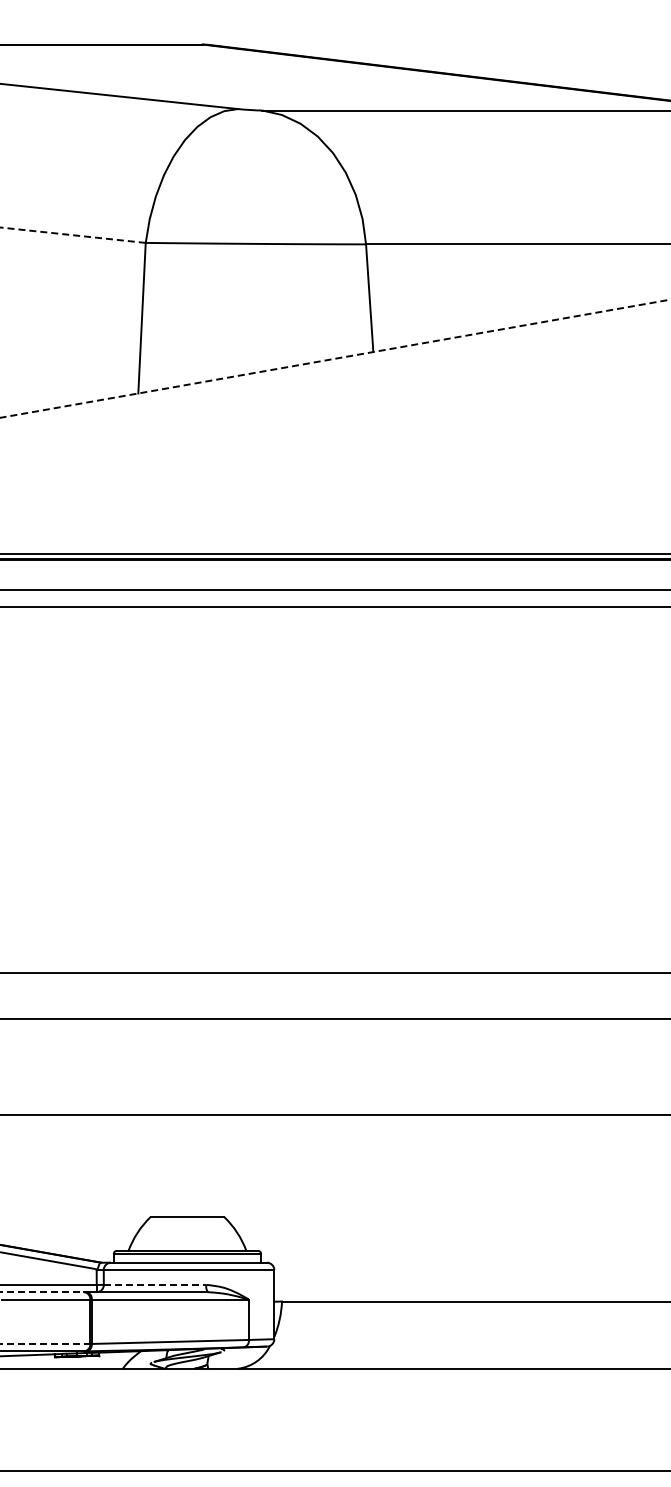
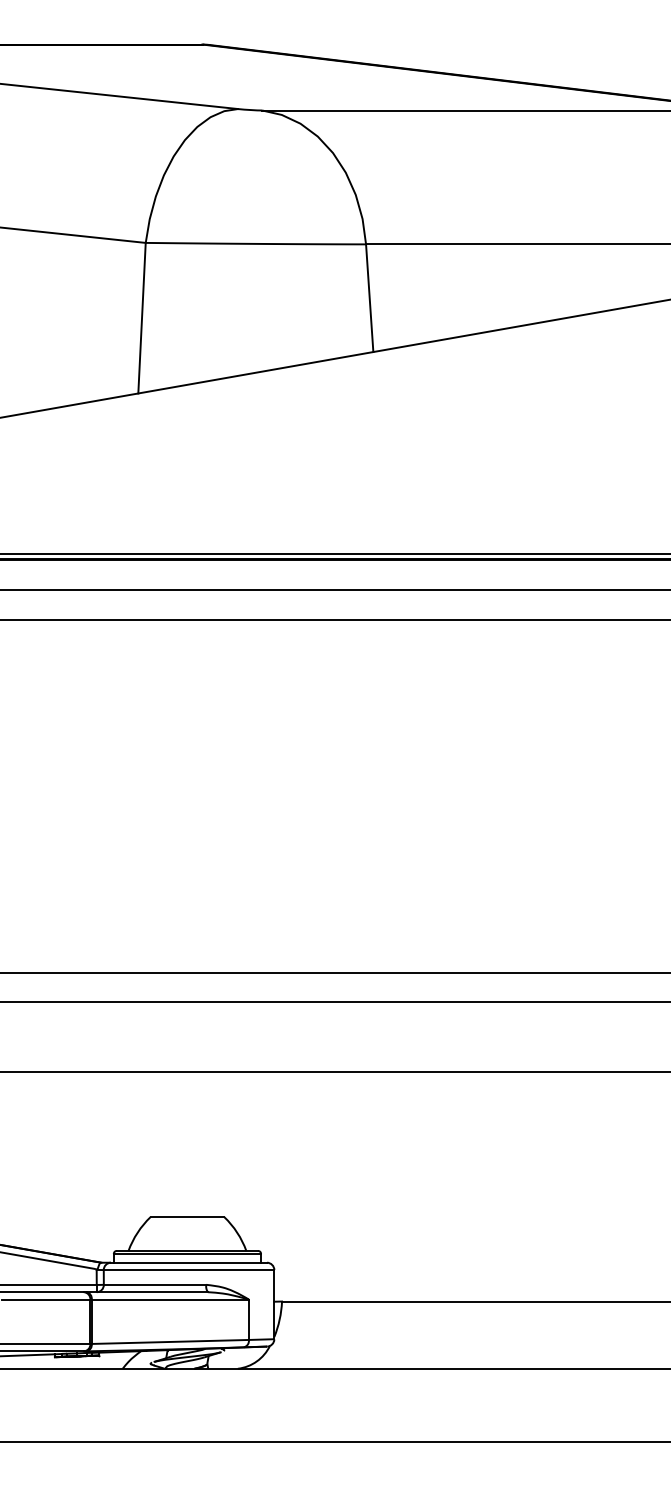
line at (73, 235): dashed -> solid
line at (335, 358): dashed -> solid
line at (334, 606) position: (334, 606) -> (334, 619)
line at (334, 1018) position: (334, 1018) -> (334, 1001)
line at (334, 1114) position: (334, 1114) -> (334, 1071)
line at (155, 1284): dashed -> solid
line at (42, 1292): dashed -> solid
line at (45, 1343): dashed -> solid
line at (334, 1471) position: (334, 1471) -> (334, 1442)
